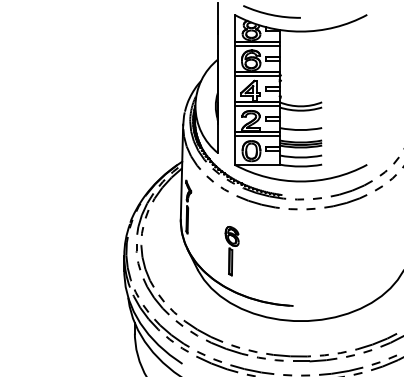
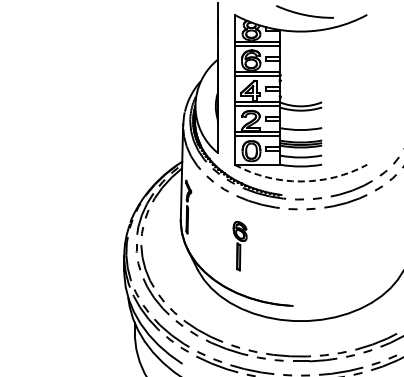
arc at (270, 13) position: (270, 13) -> (303, 13)
arc at (300, 181): solid -> dashed
part at (231, 251) position: (231, 251) -> (239, 246)
